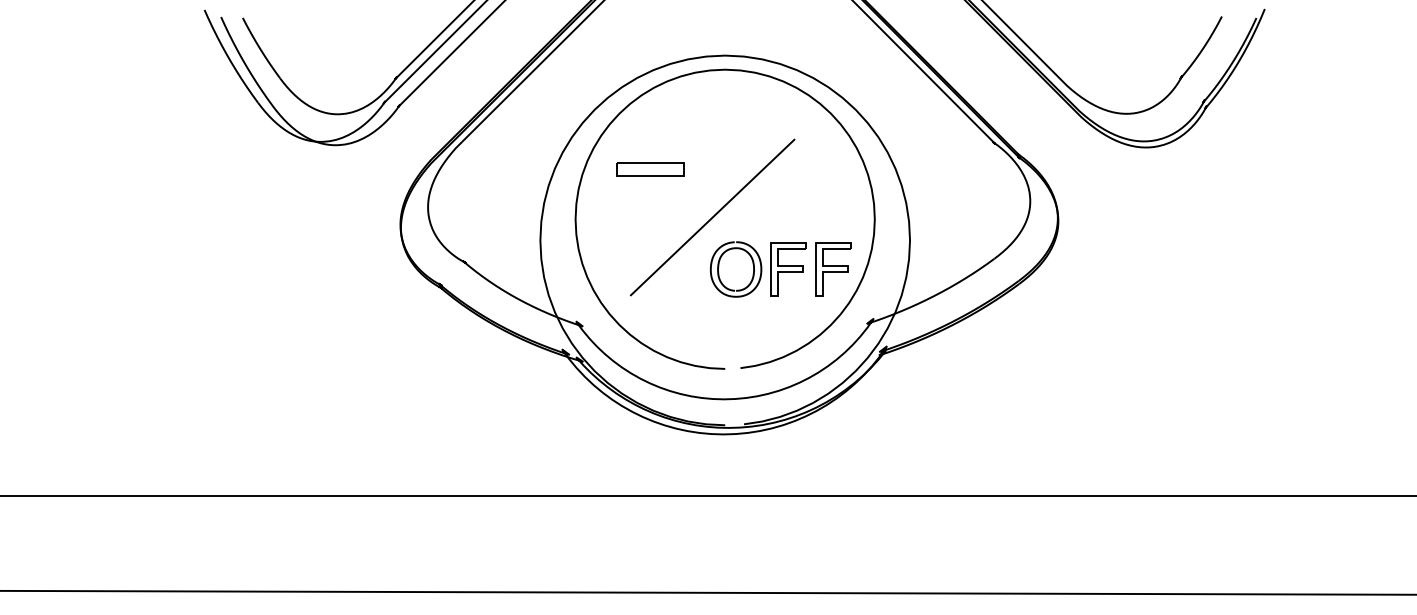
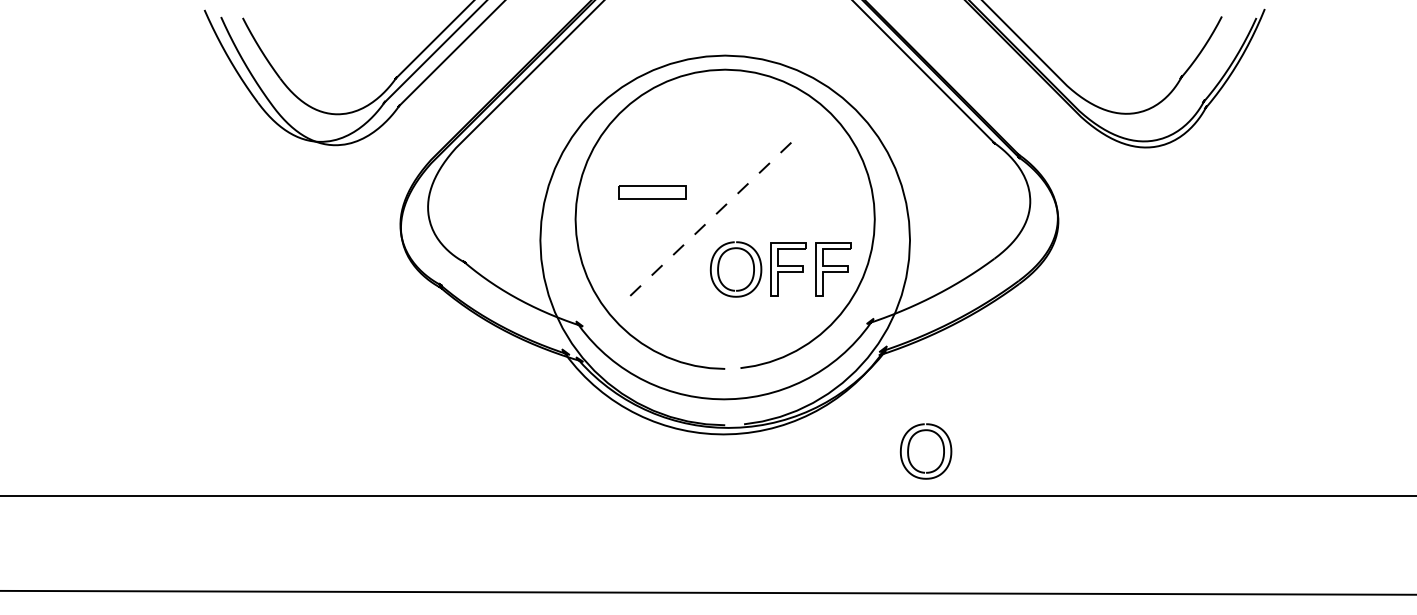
part at (650, 169) position: (650, 169) -> (652, 192)
line at (712, 217): solid -> dashed
part at (909, 448): none -> present
